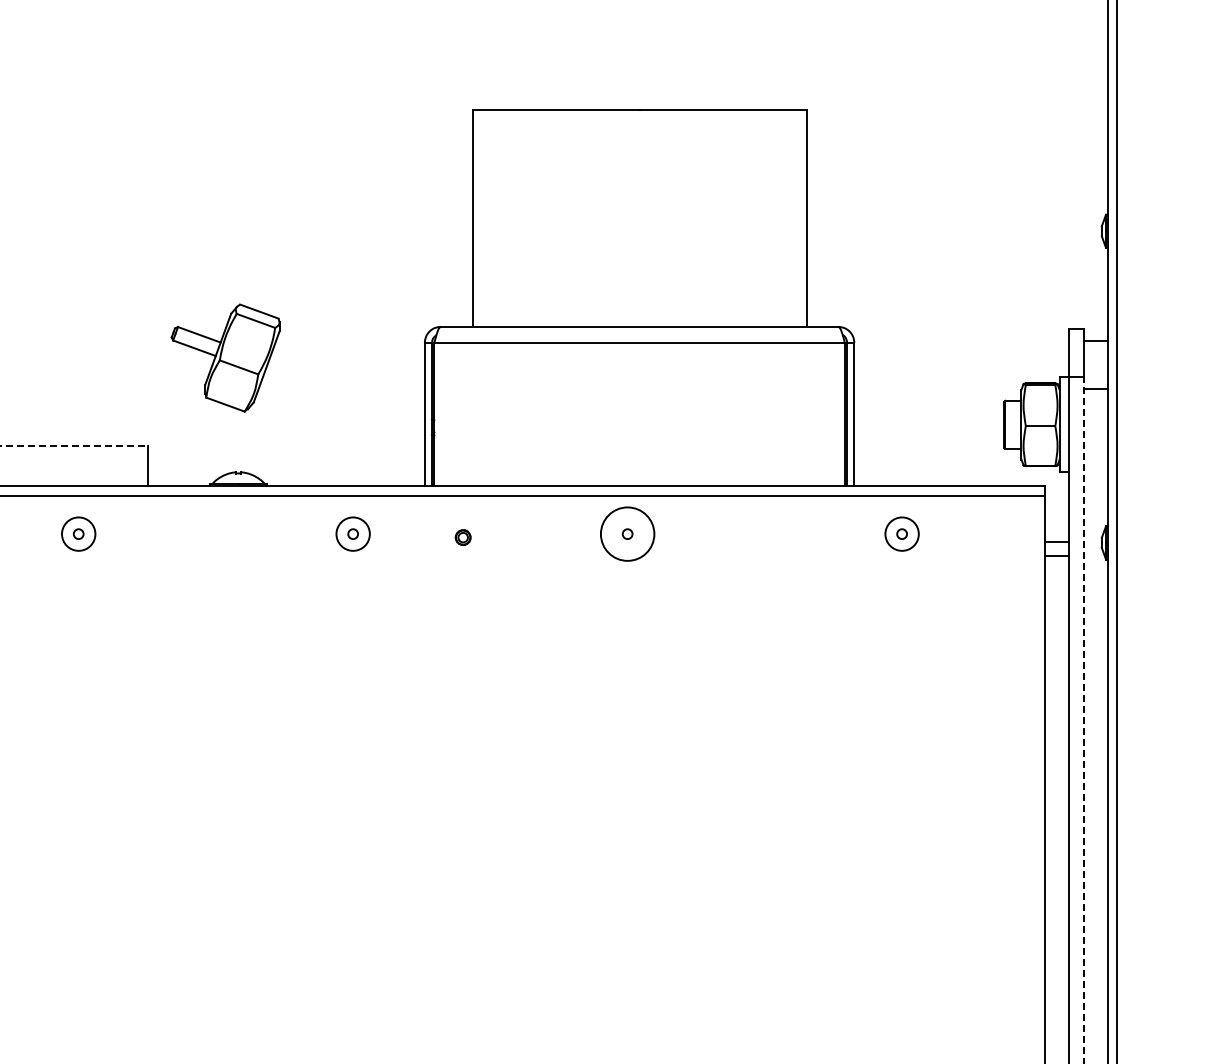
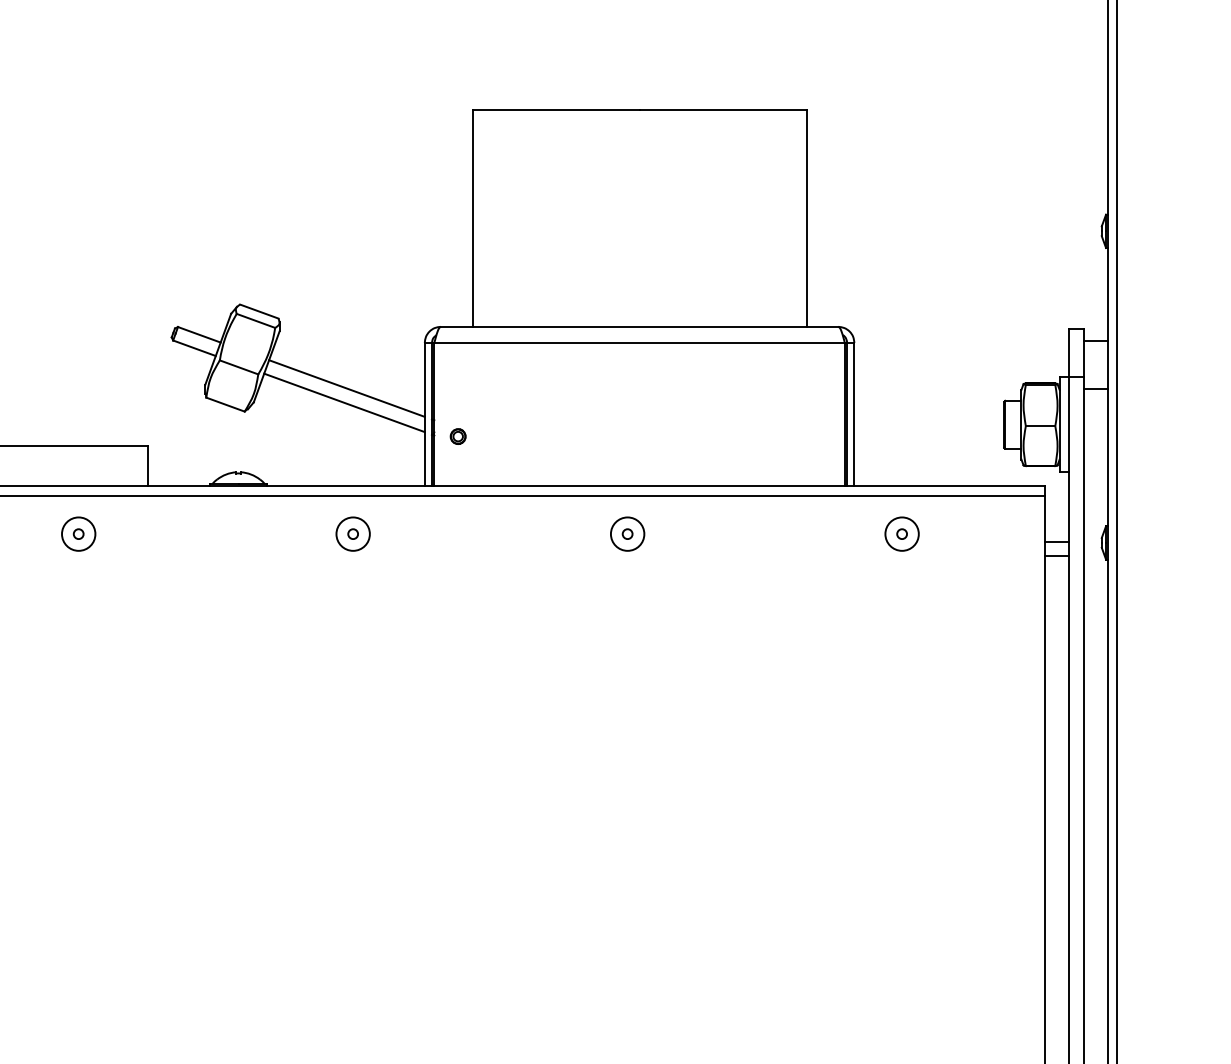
line at (346, 388): none -> present
line at (344, 402): none -> present
line at (74, 446): dashed -> solid
circle at (627, 533) diameter: 53 px -> 33 px
part at (462, 537) position: (462, 537) -> (457, 436)
line at (1083, 719): dashed -> solid
